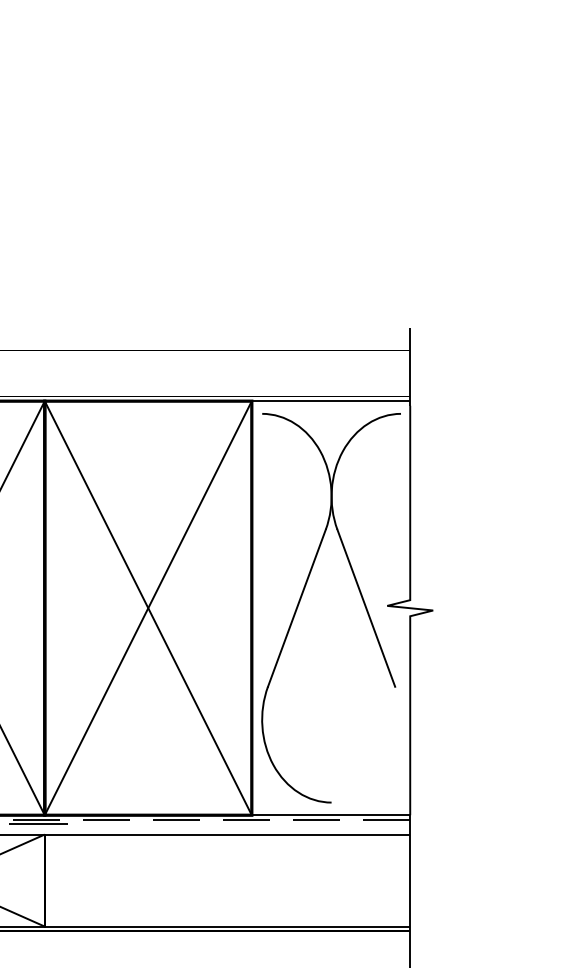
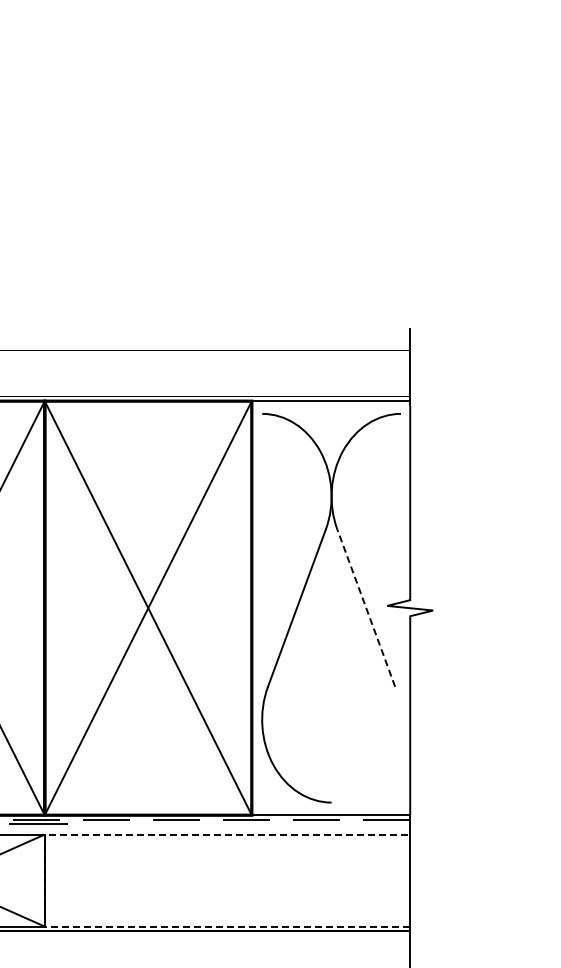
line at (366, 608): solid -> dashed
line at (44, 880): solid -> dashed
